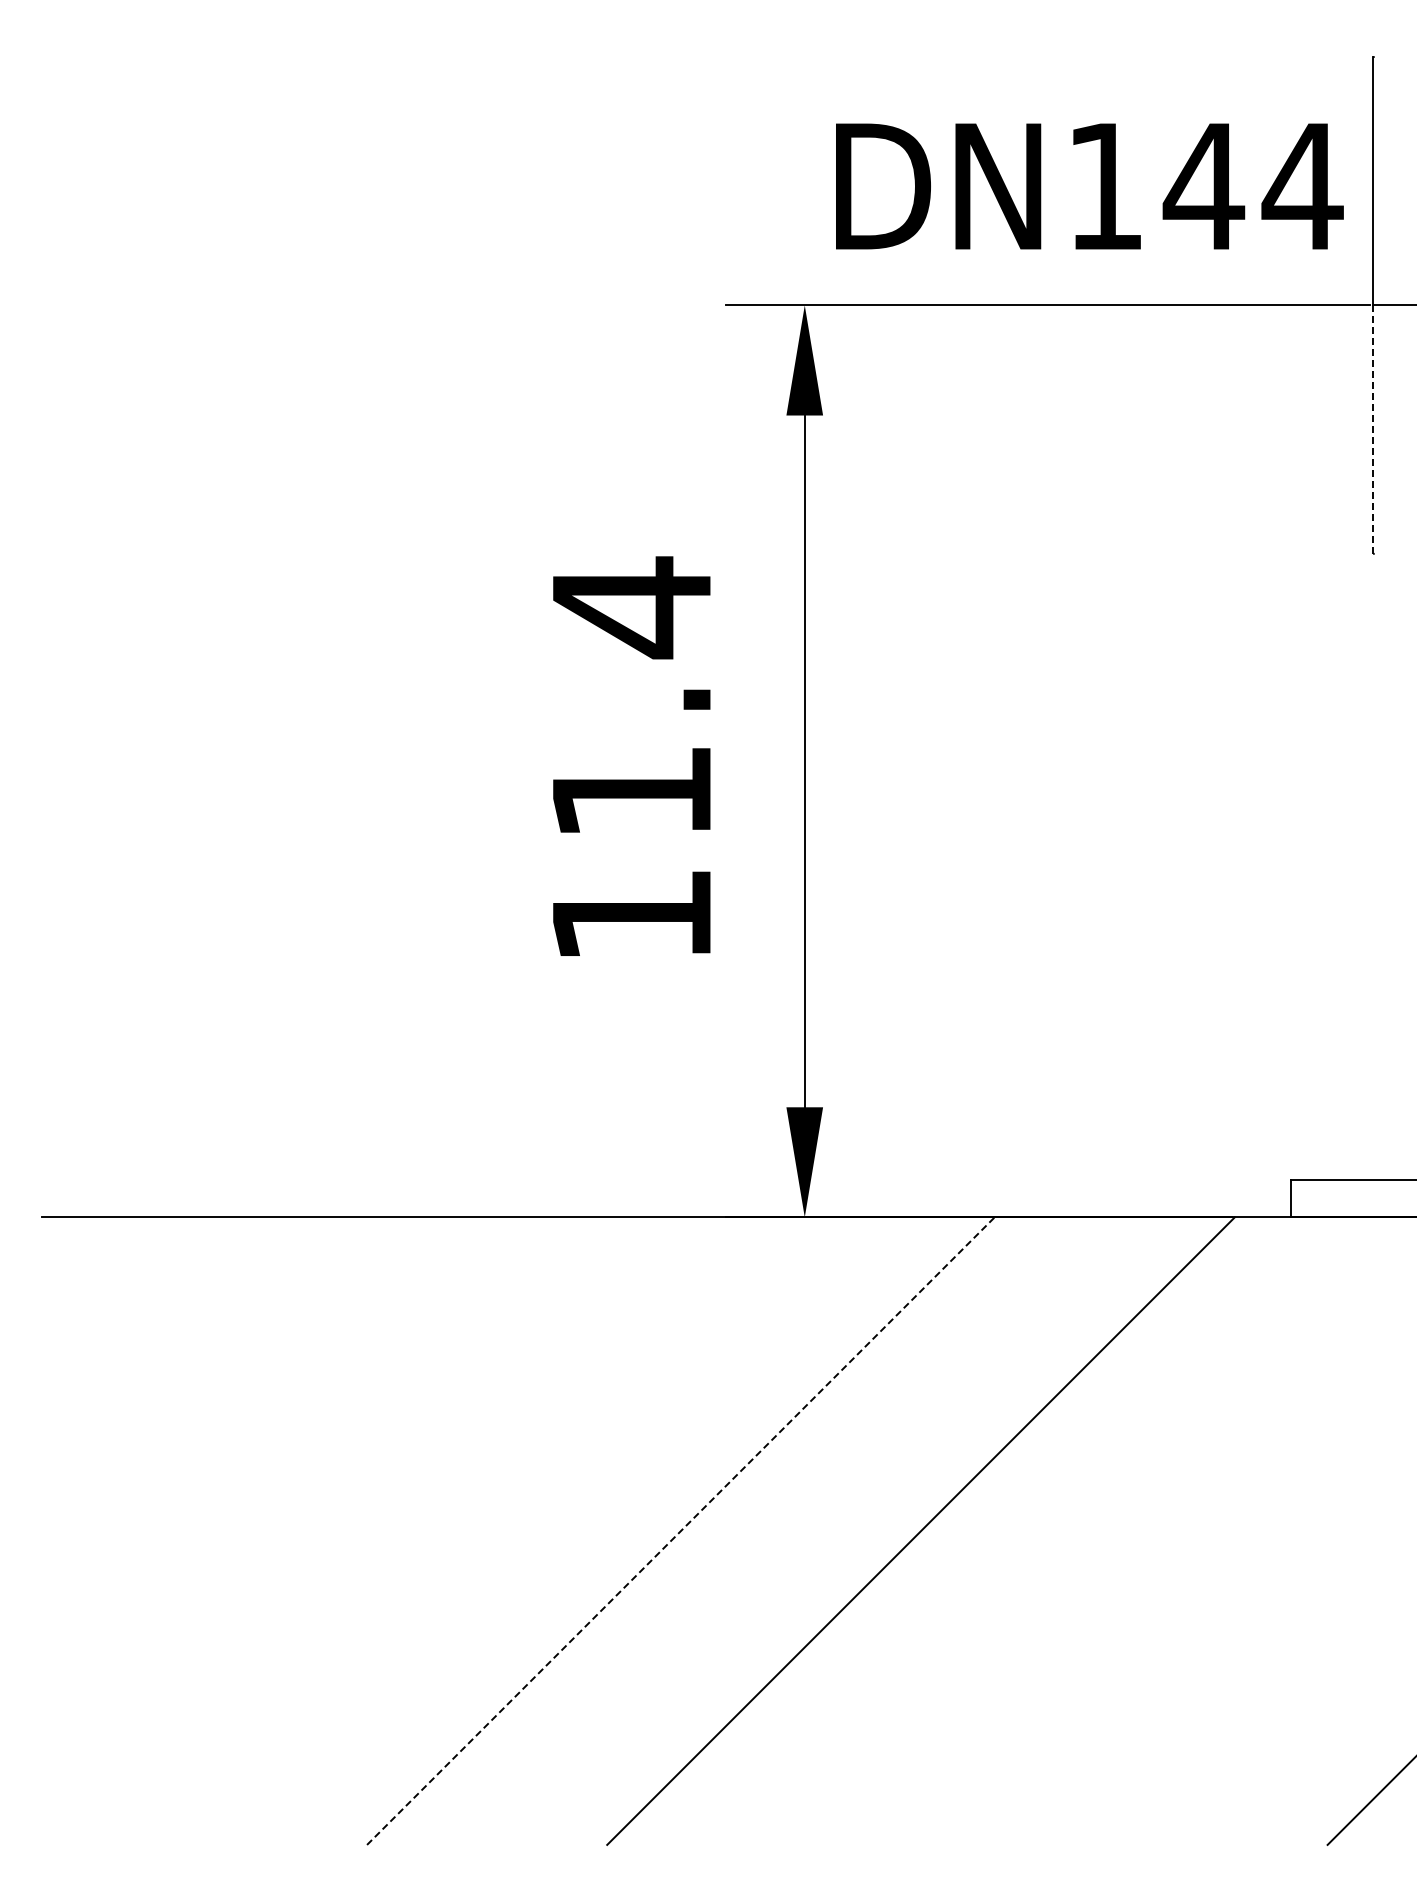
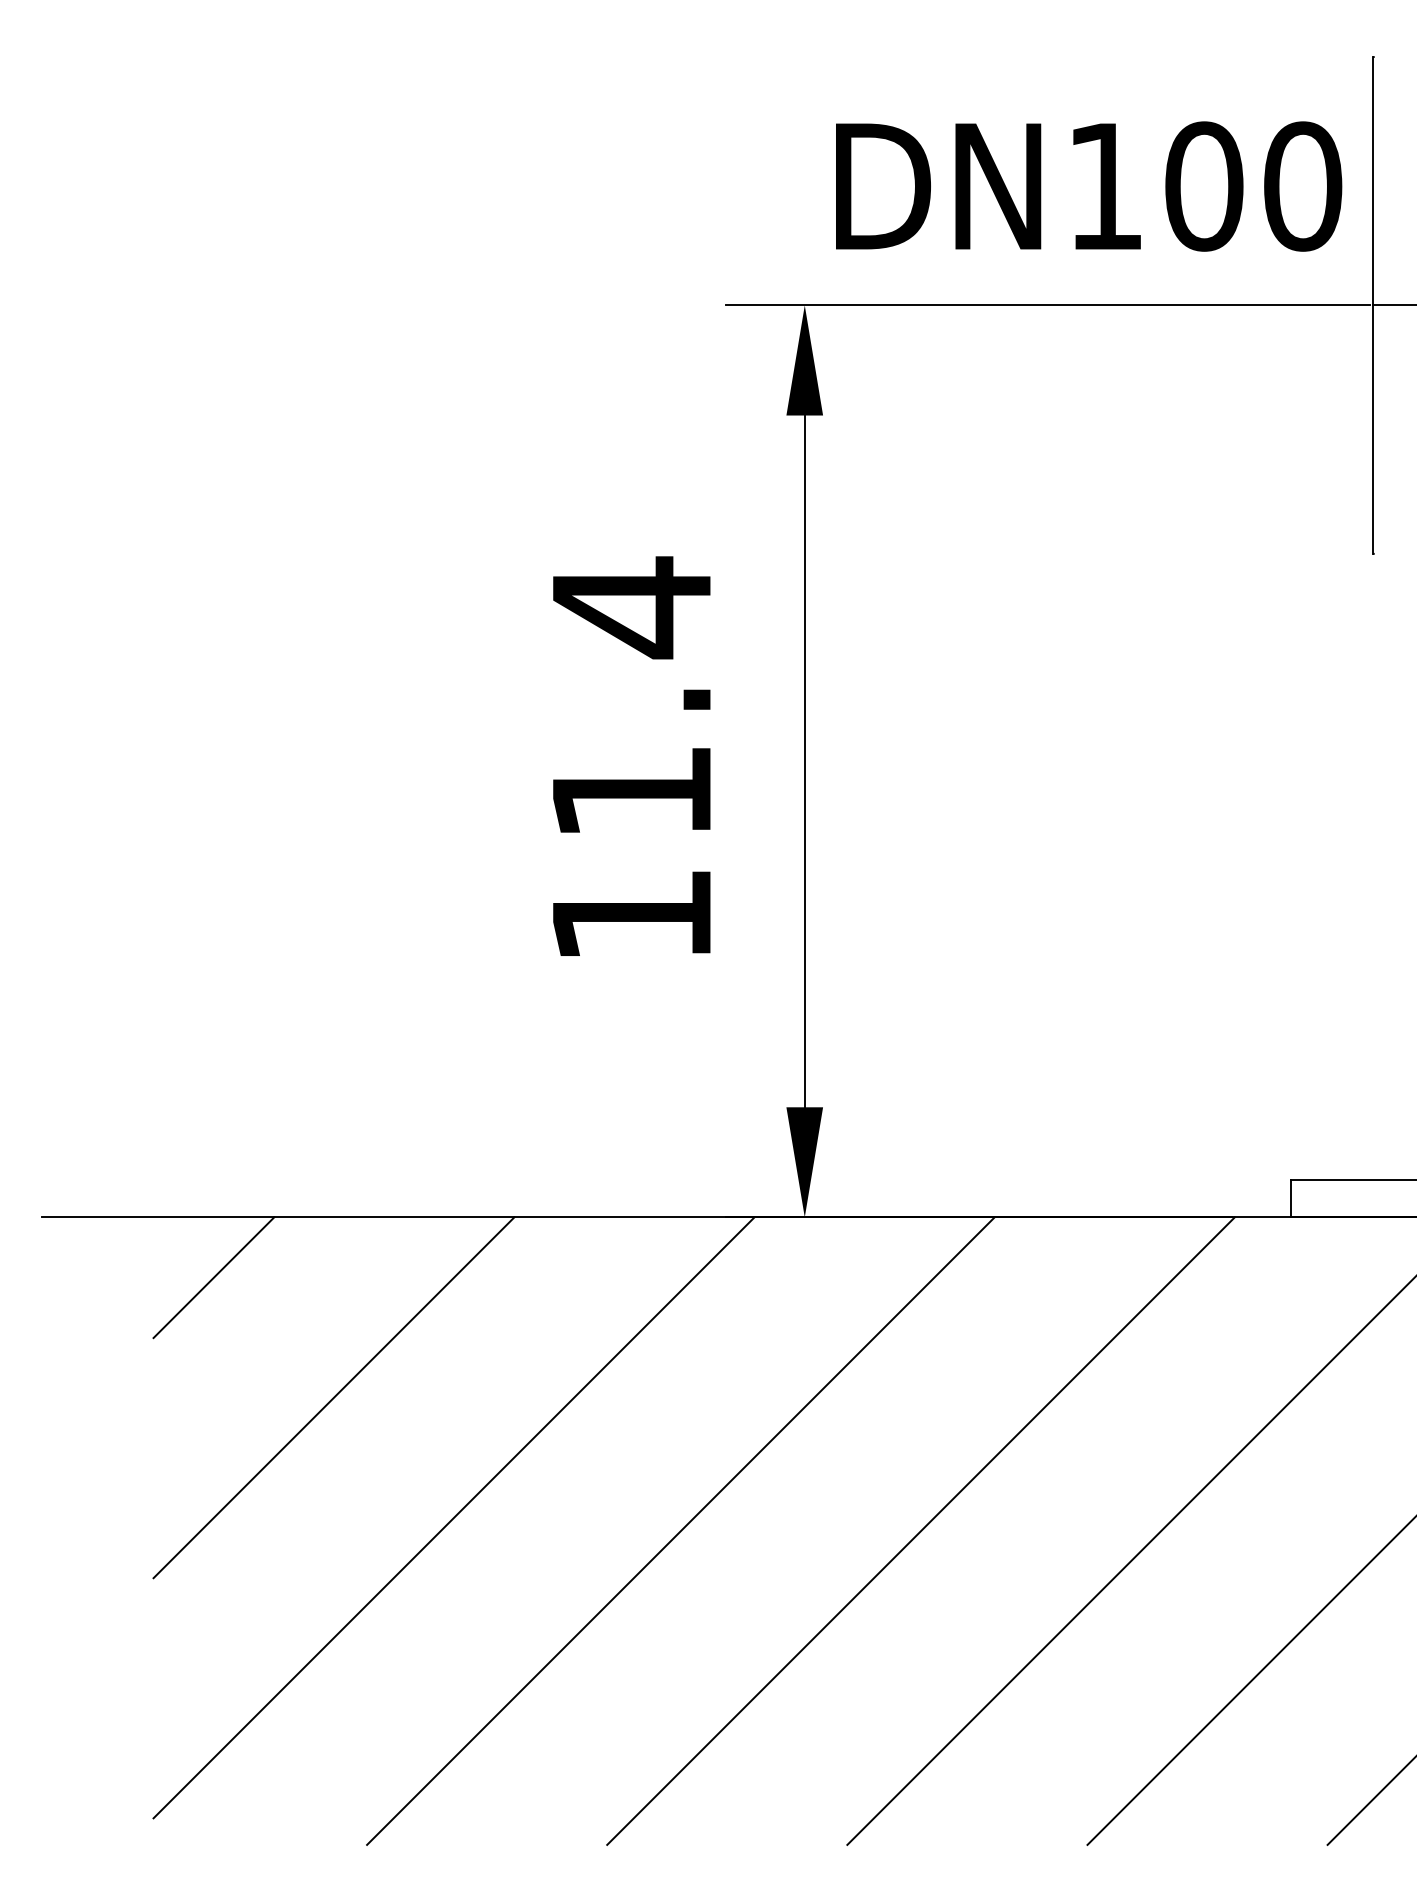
text at (1252, 186): DN144 -> DN100
line at (1373, 430): dashed -> solid
line at (213, 1277): none -> present
line at (333, 1397): none -> present
line at (453, 1517): none -> present
line at (680, 1531): dashed -> solid
line at (1130, 1561): none -> present
line at (1250, 1681): none -> present
